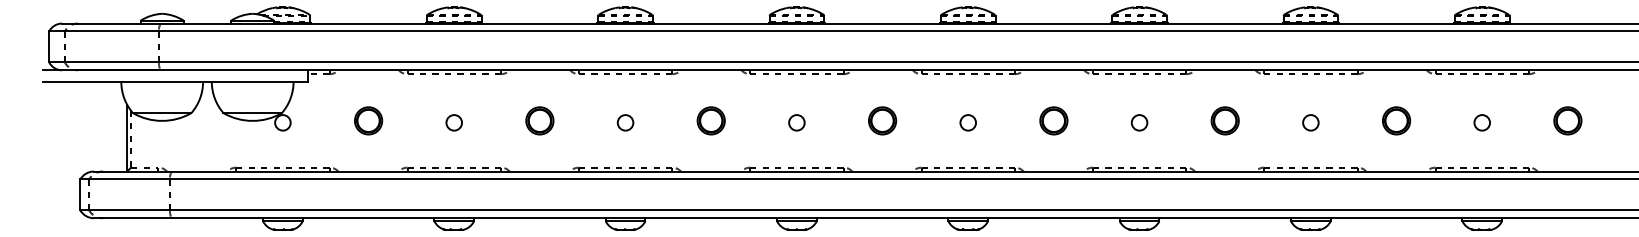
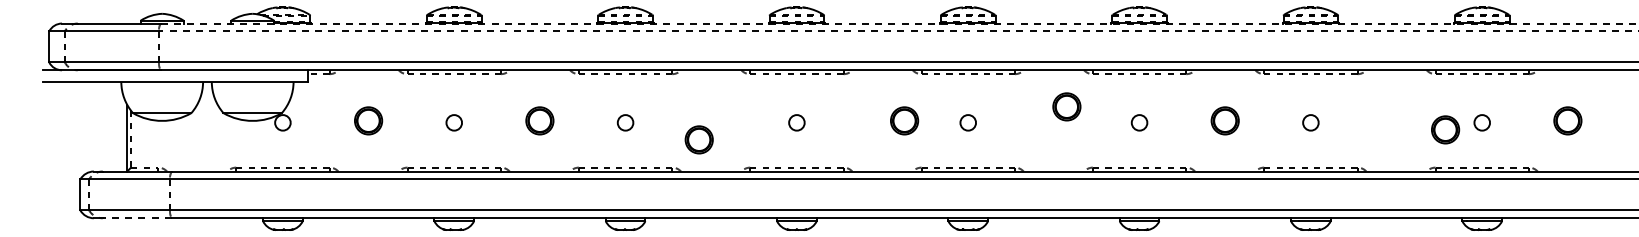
line at (900, 23): solid -> dashed
line at (898, 31): solid -> dashed
part at (710, 120) position: (710, 120) -> (698, 139)
part at (882, 120) position: (882, 120) -> (904, 120)
part at (1053, 120) position: (1053, 120) -> (1066, 106)
part at (1396, 120) position: (1396, 120) -> (1445, 129)
line at (137, 218): solid -> dashed
